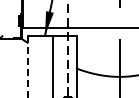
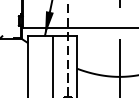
line at (28, 66): dashed -> solid
